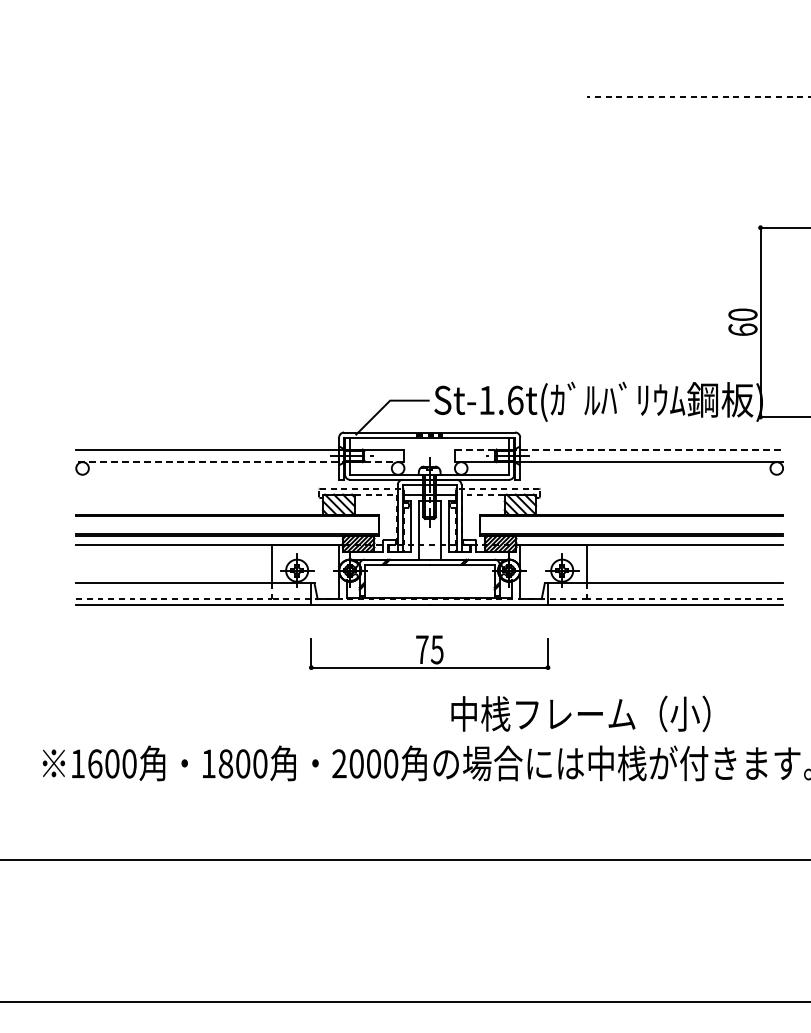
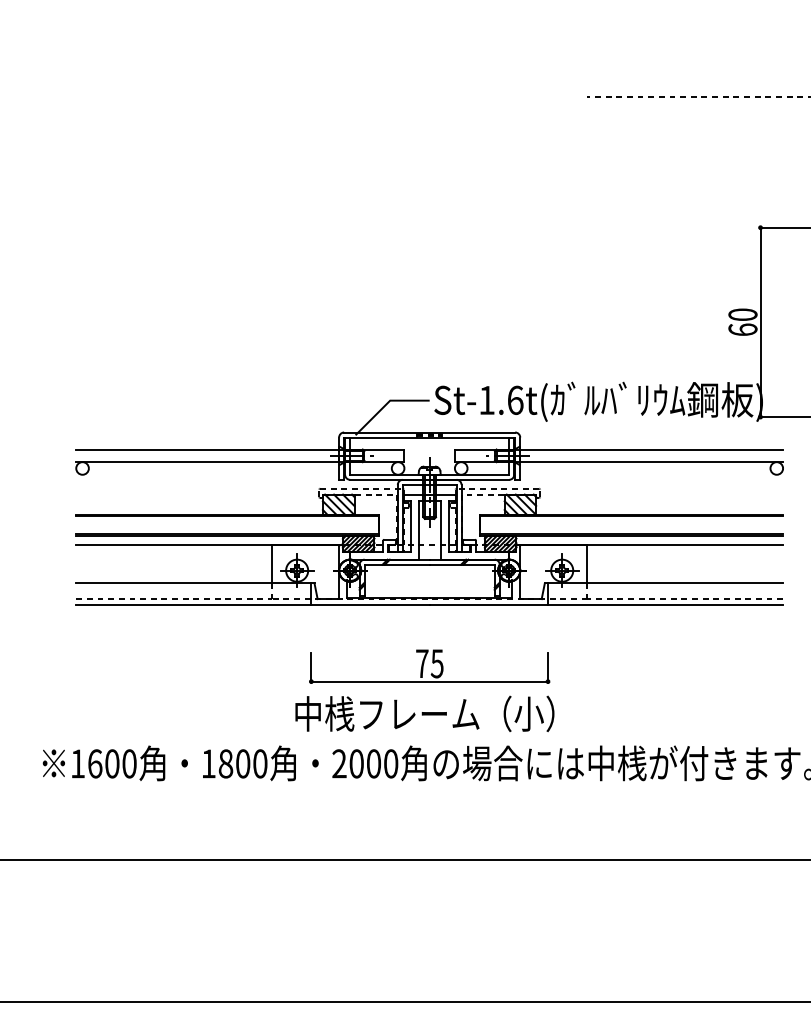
line at (619, 449): dashed -> solid
line at (239, 462): dashed -> solid
part at (429, 652) position: (429, 652) -> (429, 666)
text at (580, 713) position: (580, 713) -> (424, 713)
